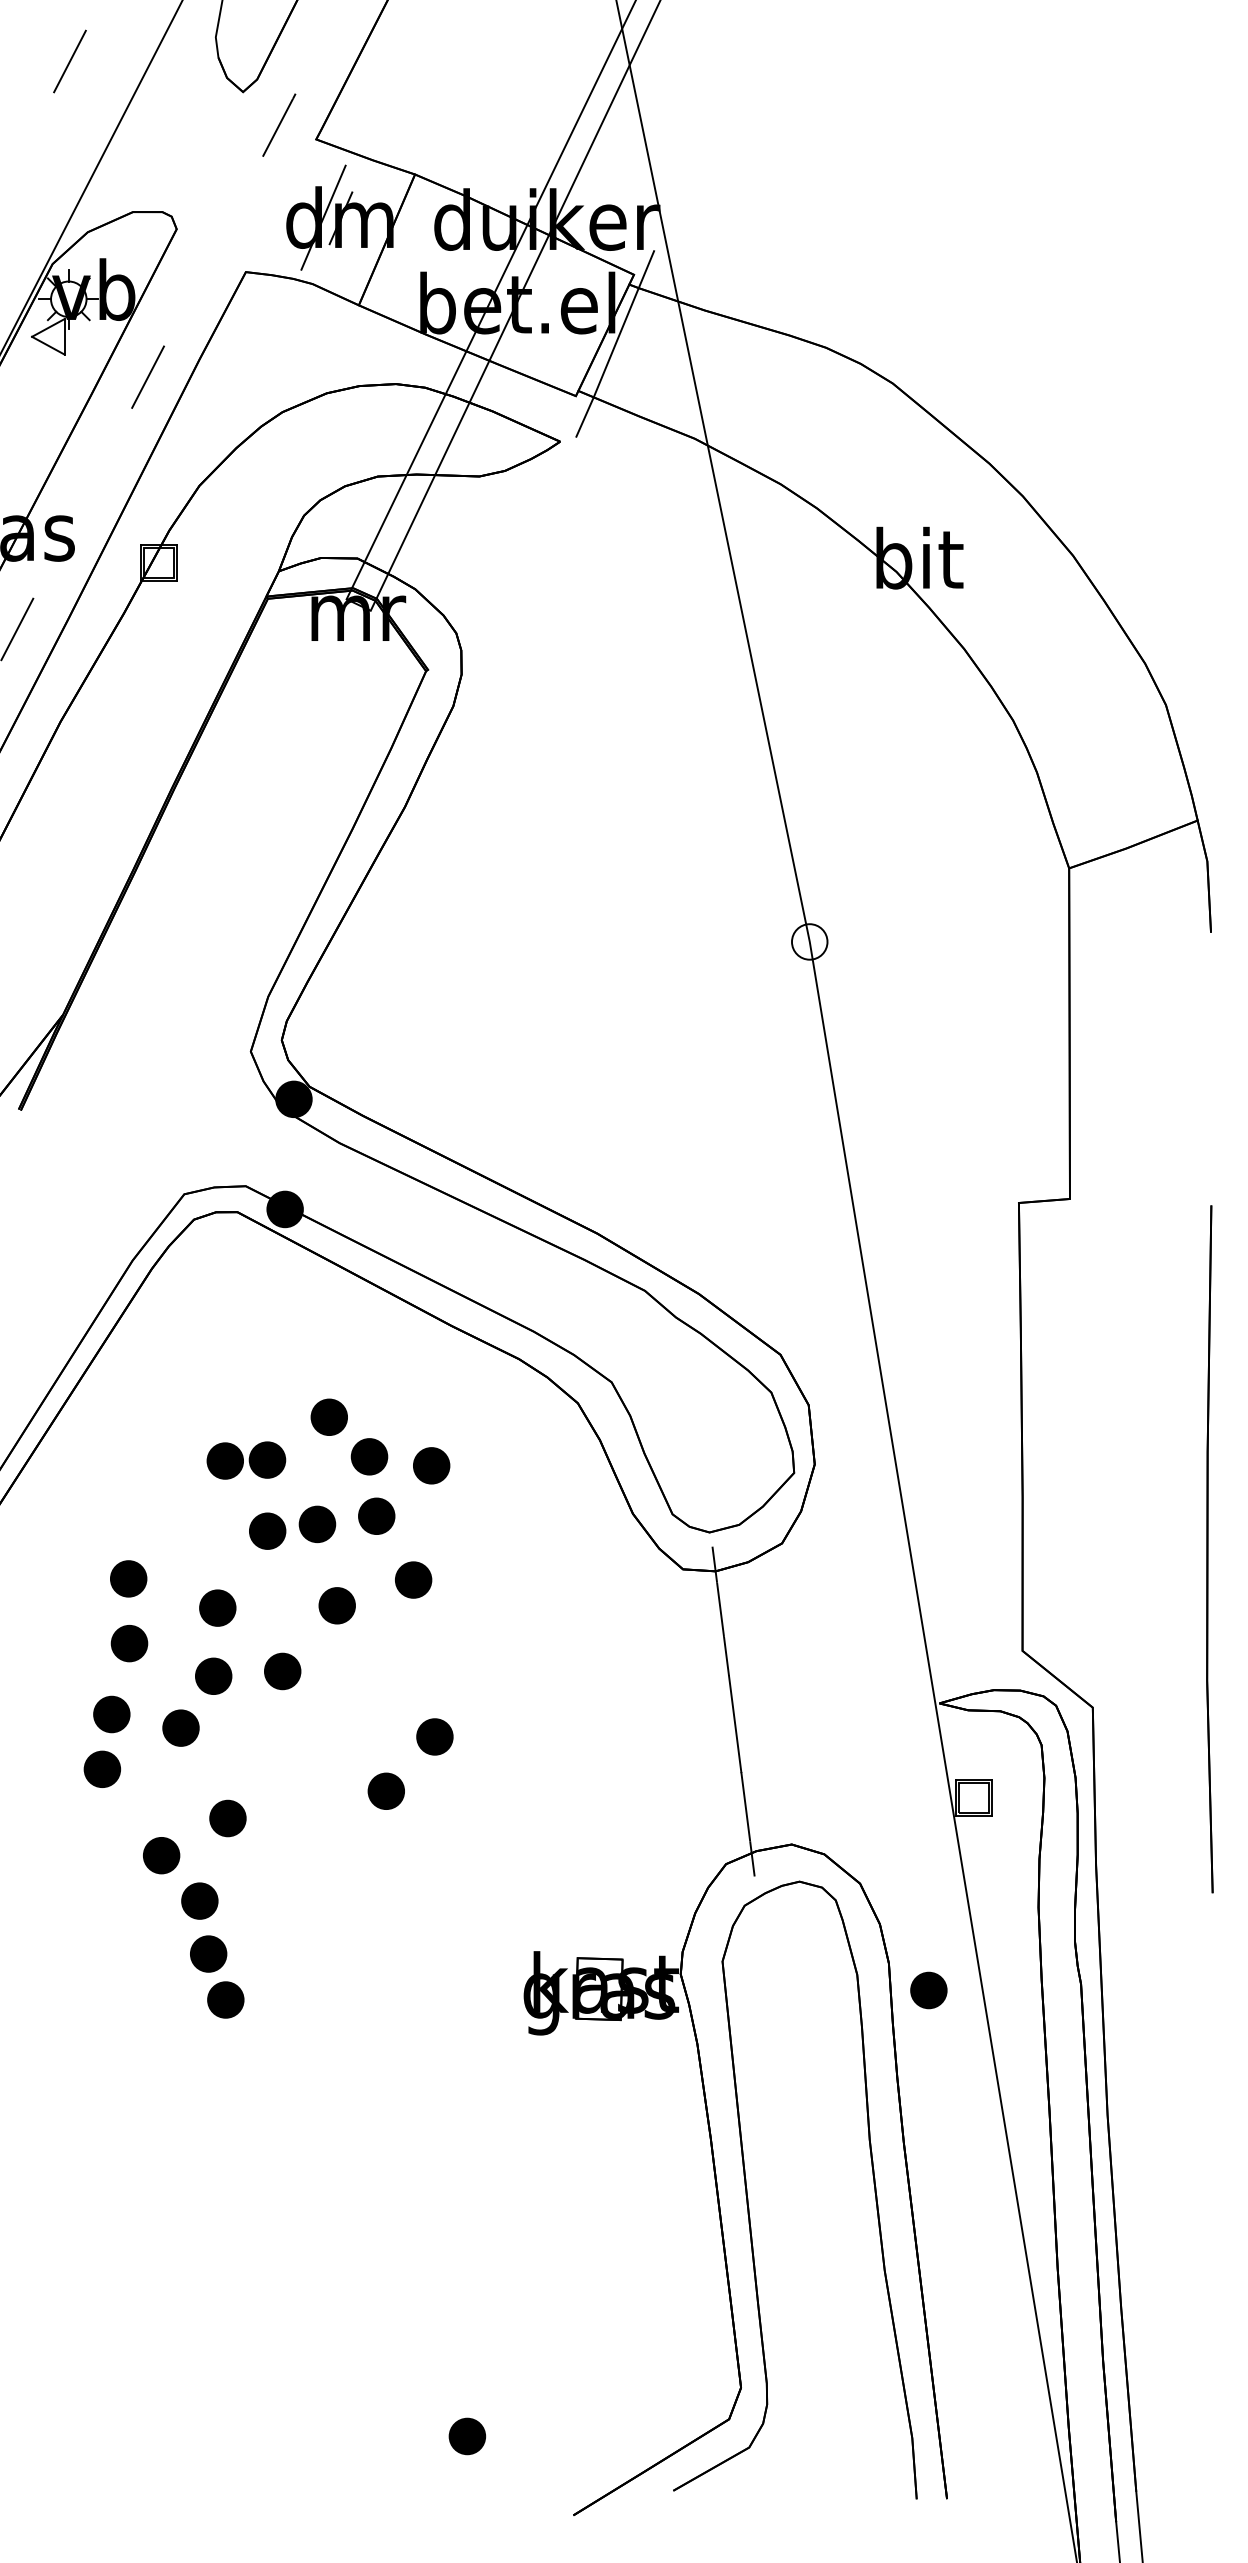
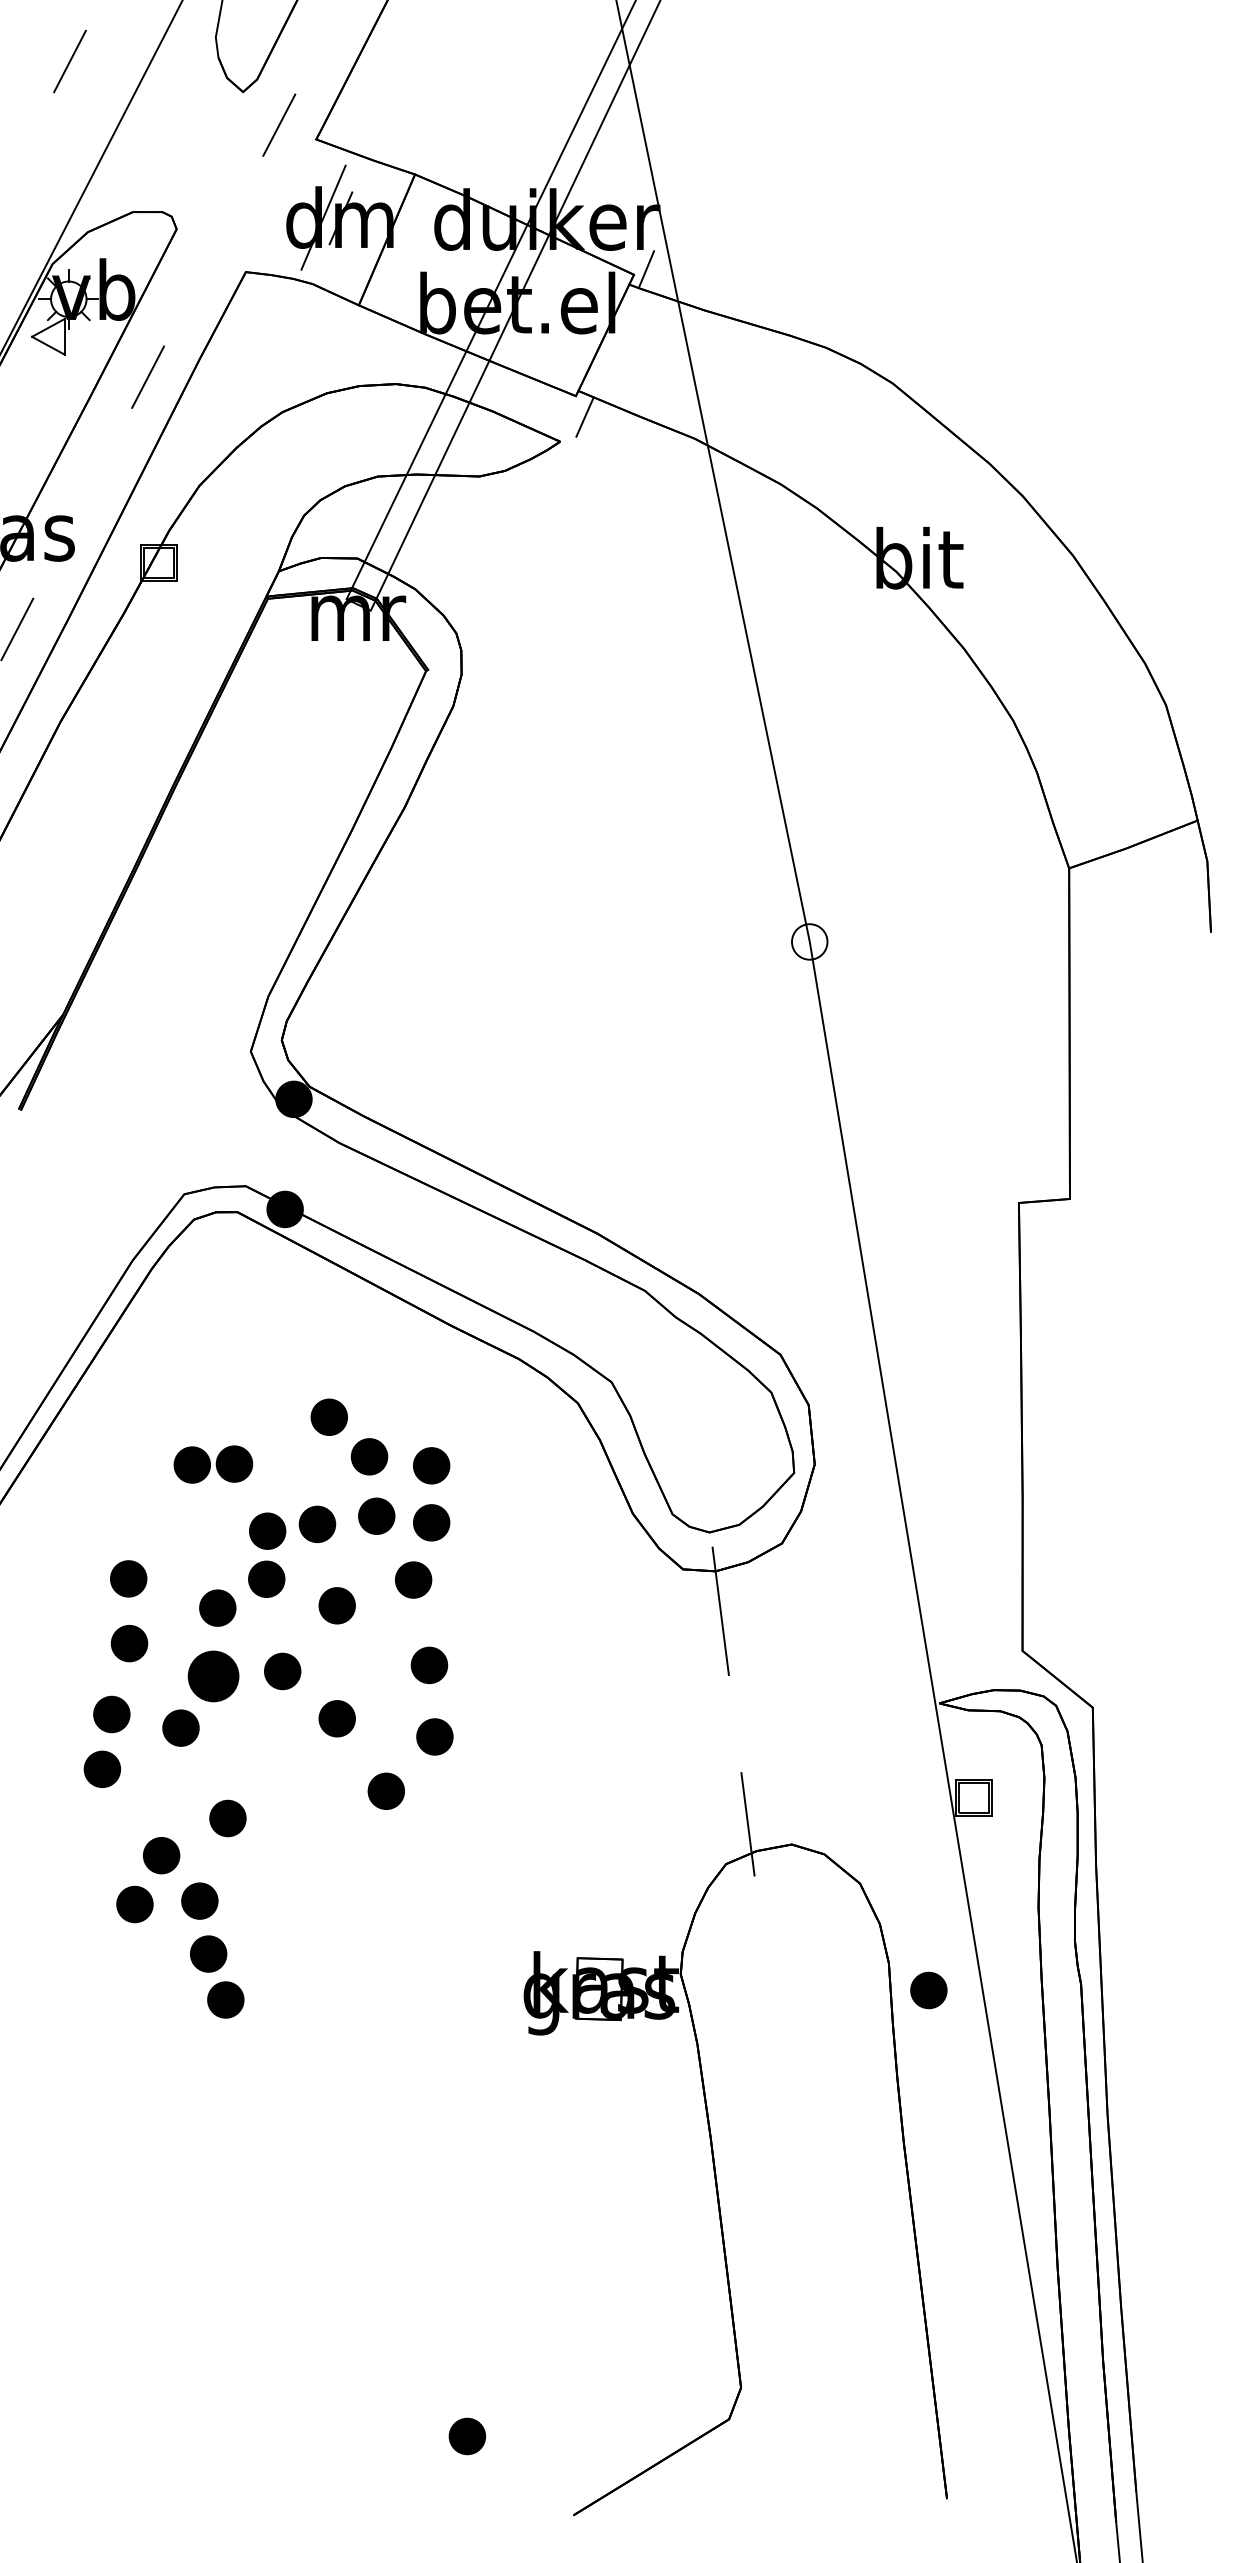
line at (615, 342): present -> none
part at (246, 1460) position: (246, 1460) -> (213, 1464)
part at (431, 1522): none -> present
part at (1209, 1549): present -> none
part at (266, 1578): none -> present
part at (429, 1665): none -> present
part at (213, 1675) size: 38x38 px -> 53x53 px
part at (336, 1718): none -> present
line at (735, 1723): present -> none
part at (134, 1904): none -> present
part at (748, 2198): present -> none
